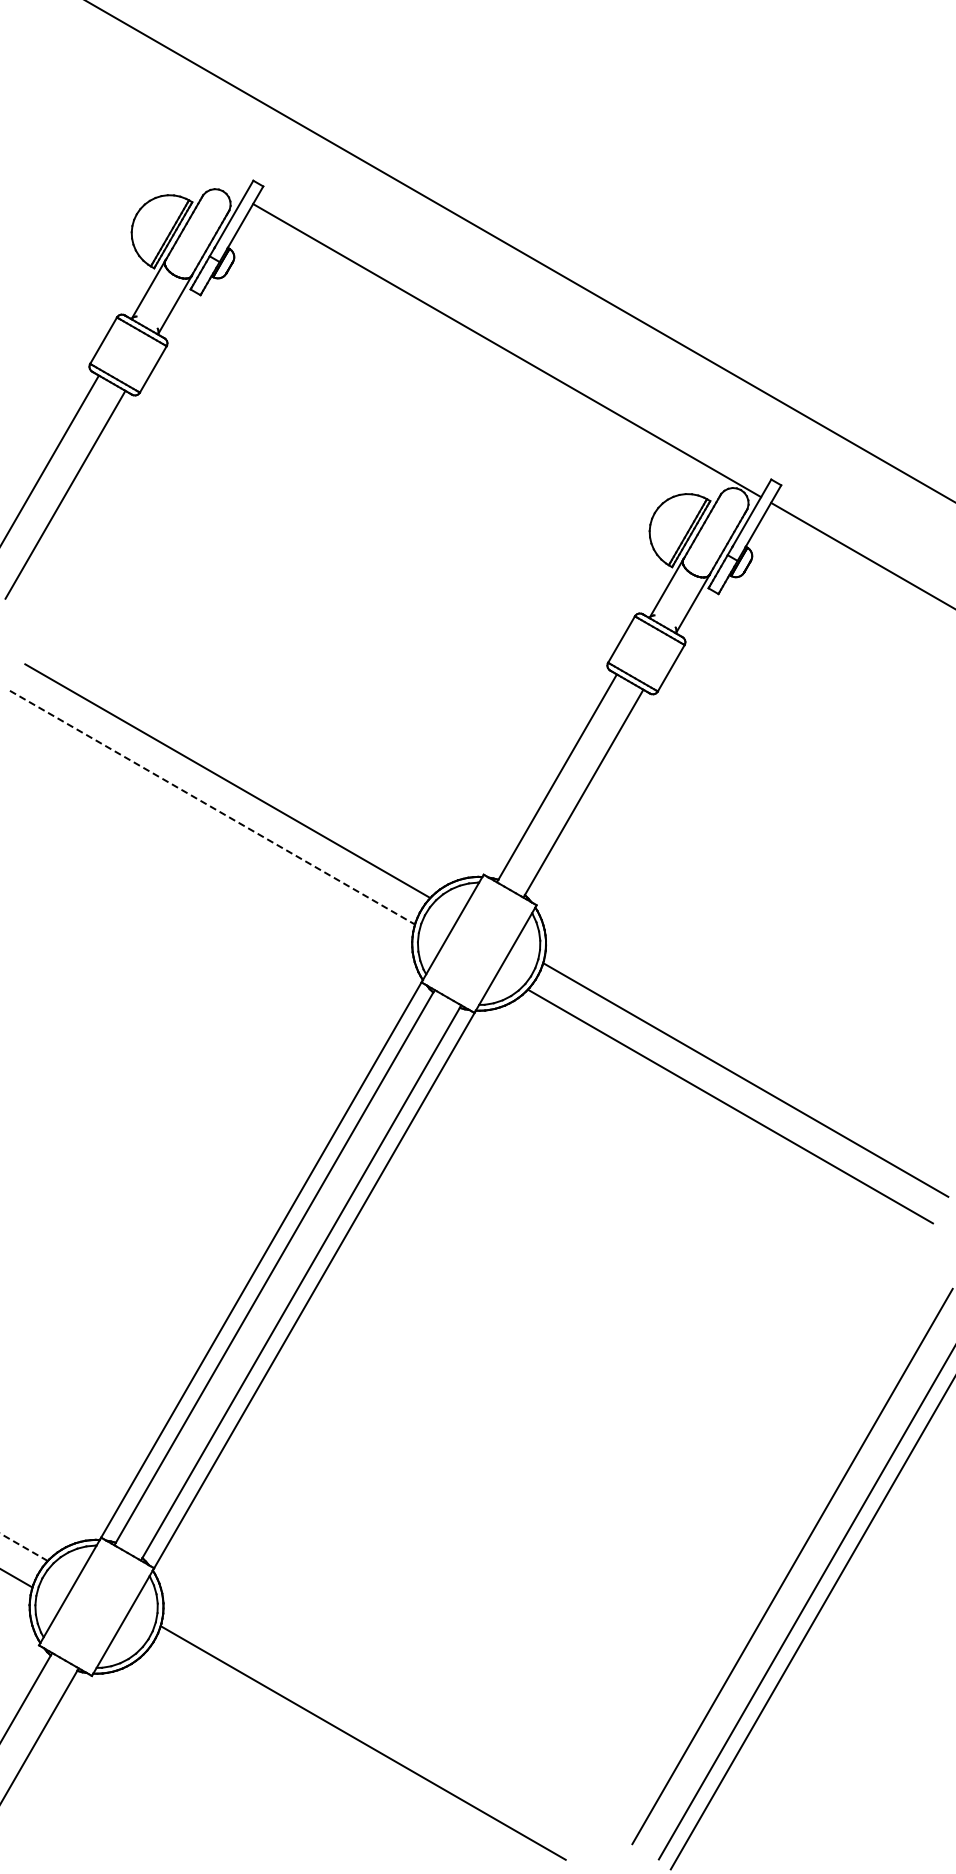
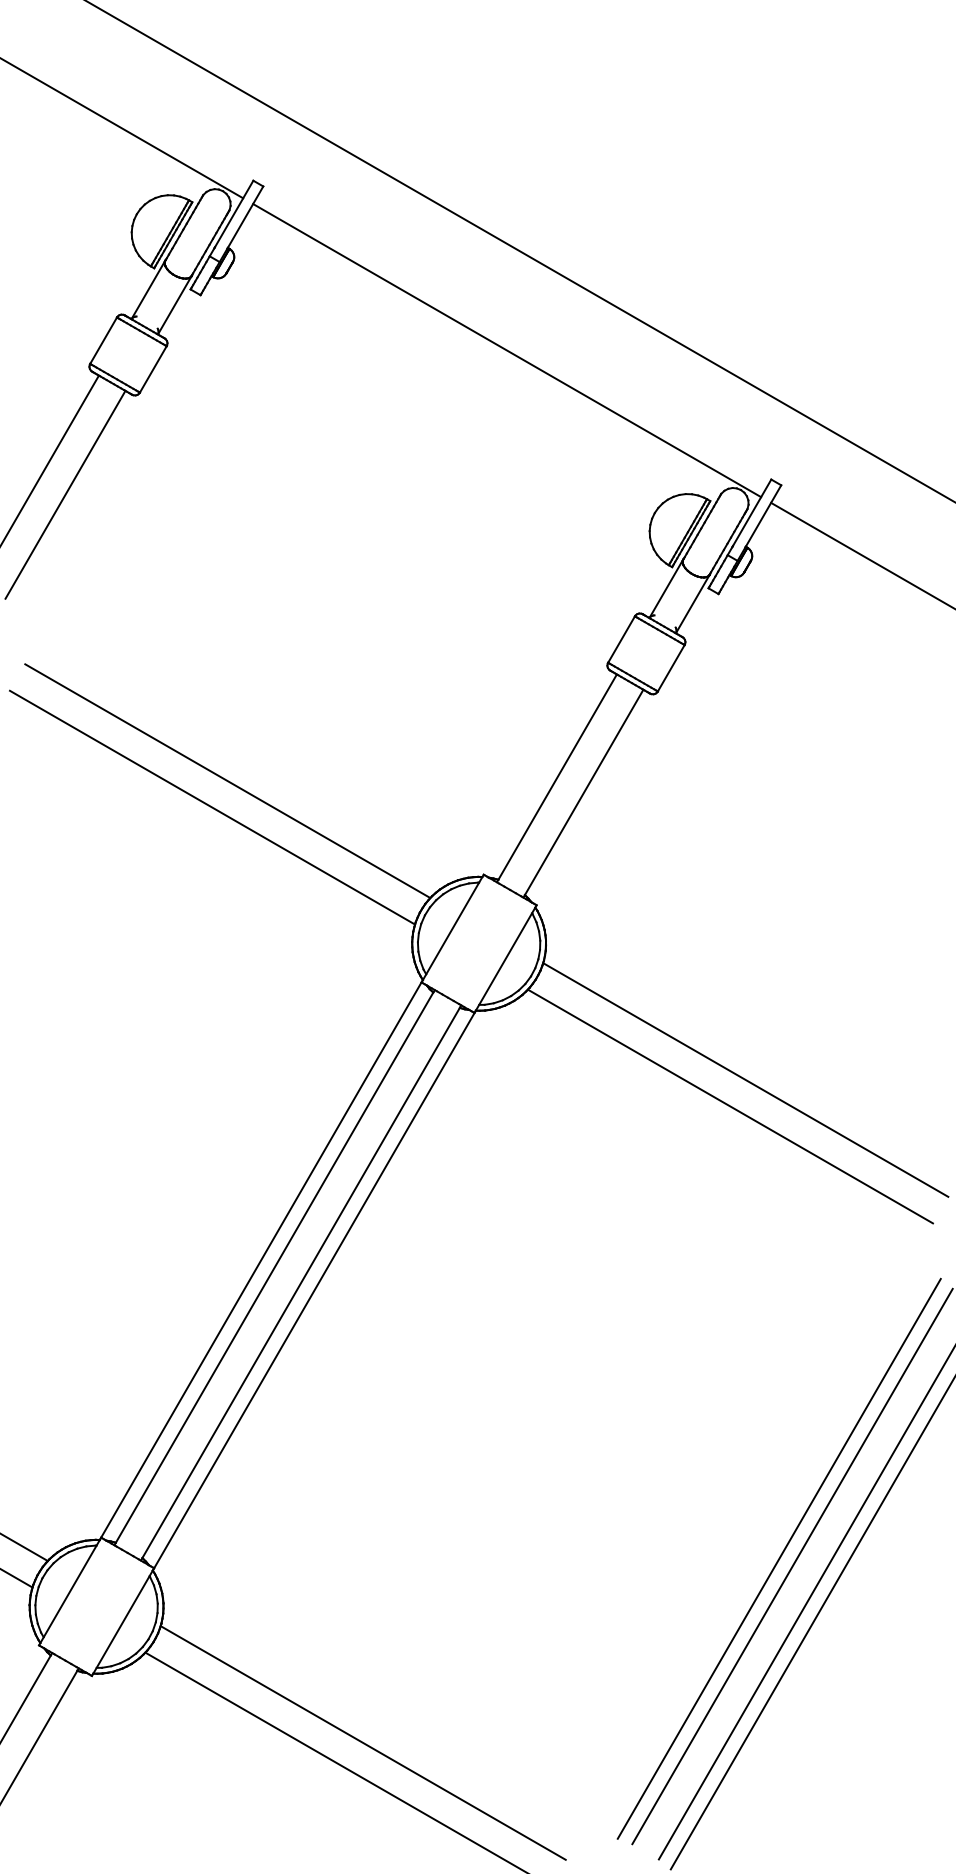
line at (122, 128): none -> present
line at (212, 807): dashed -> solid
line at (23, 1547): dashed -> solid
line at (778, 1558): none -> present
line at (334, 1761): none -> present
